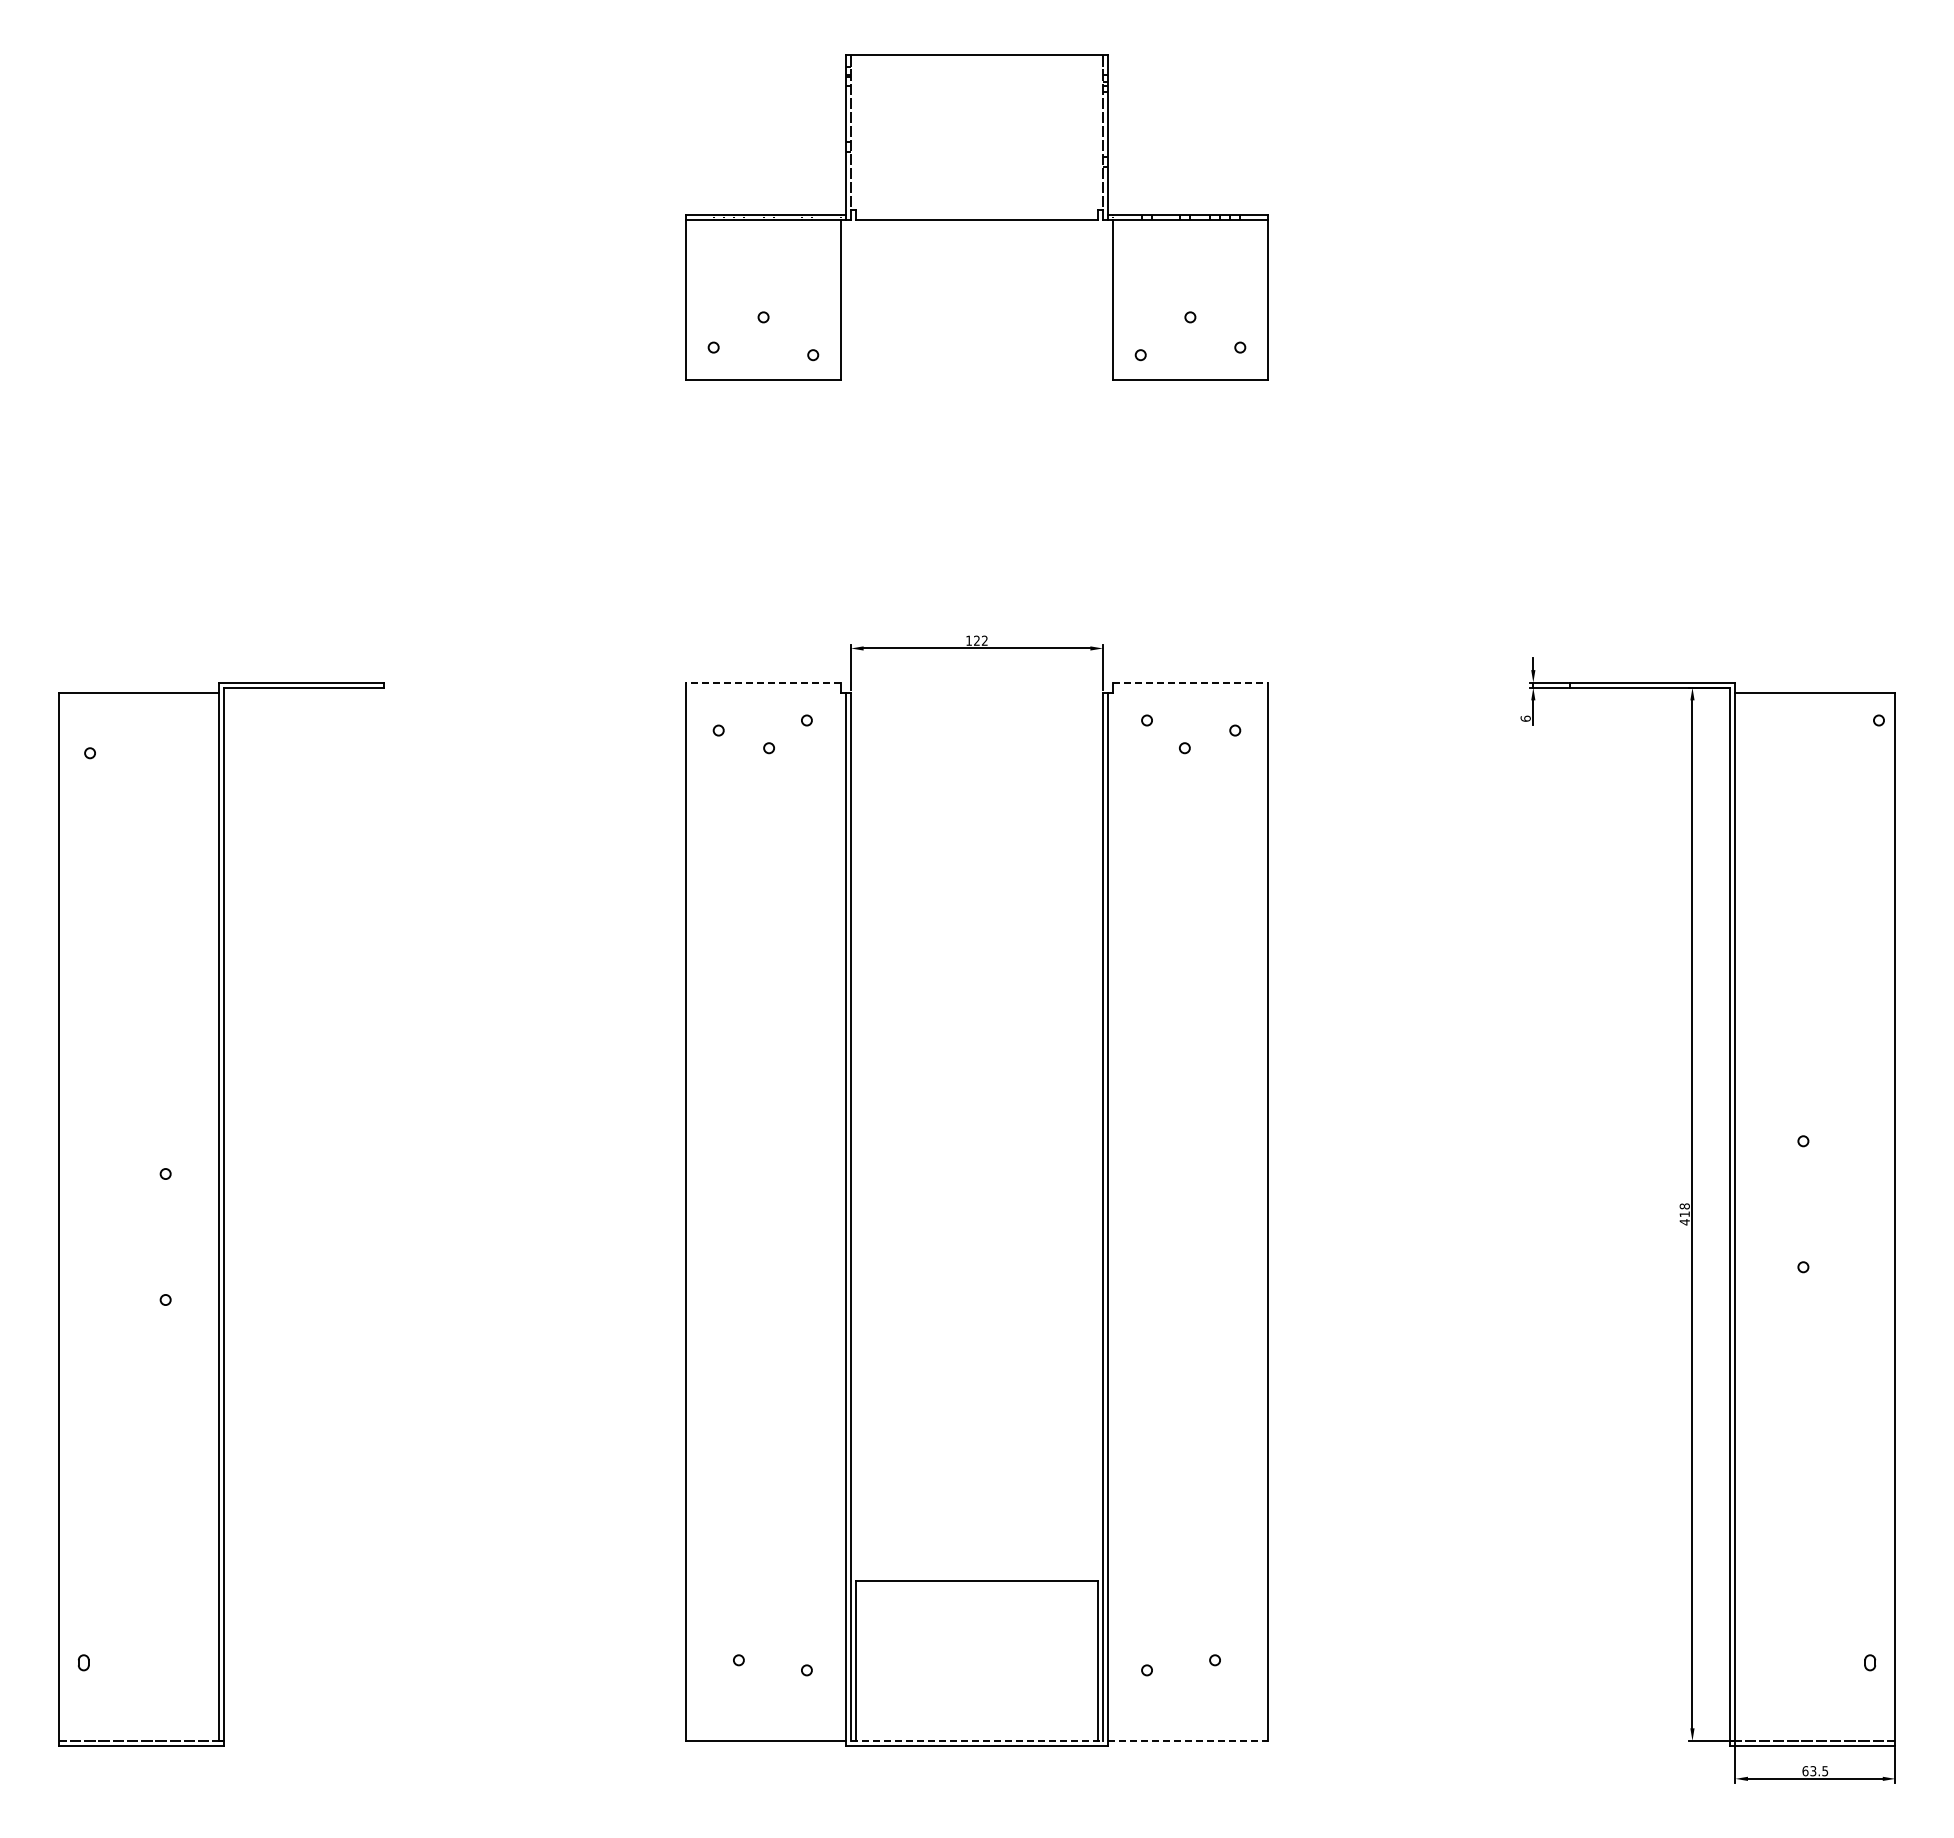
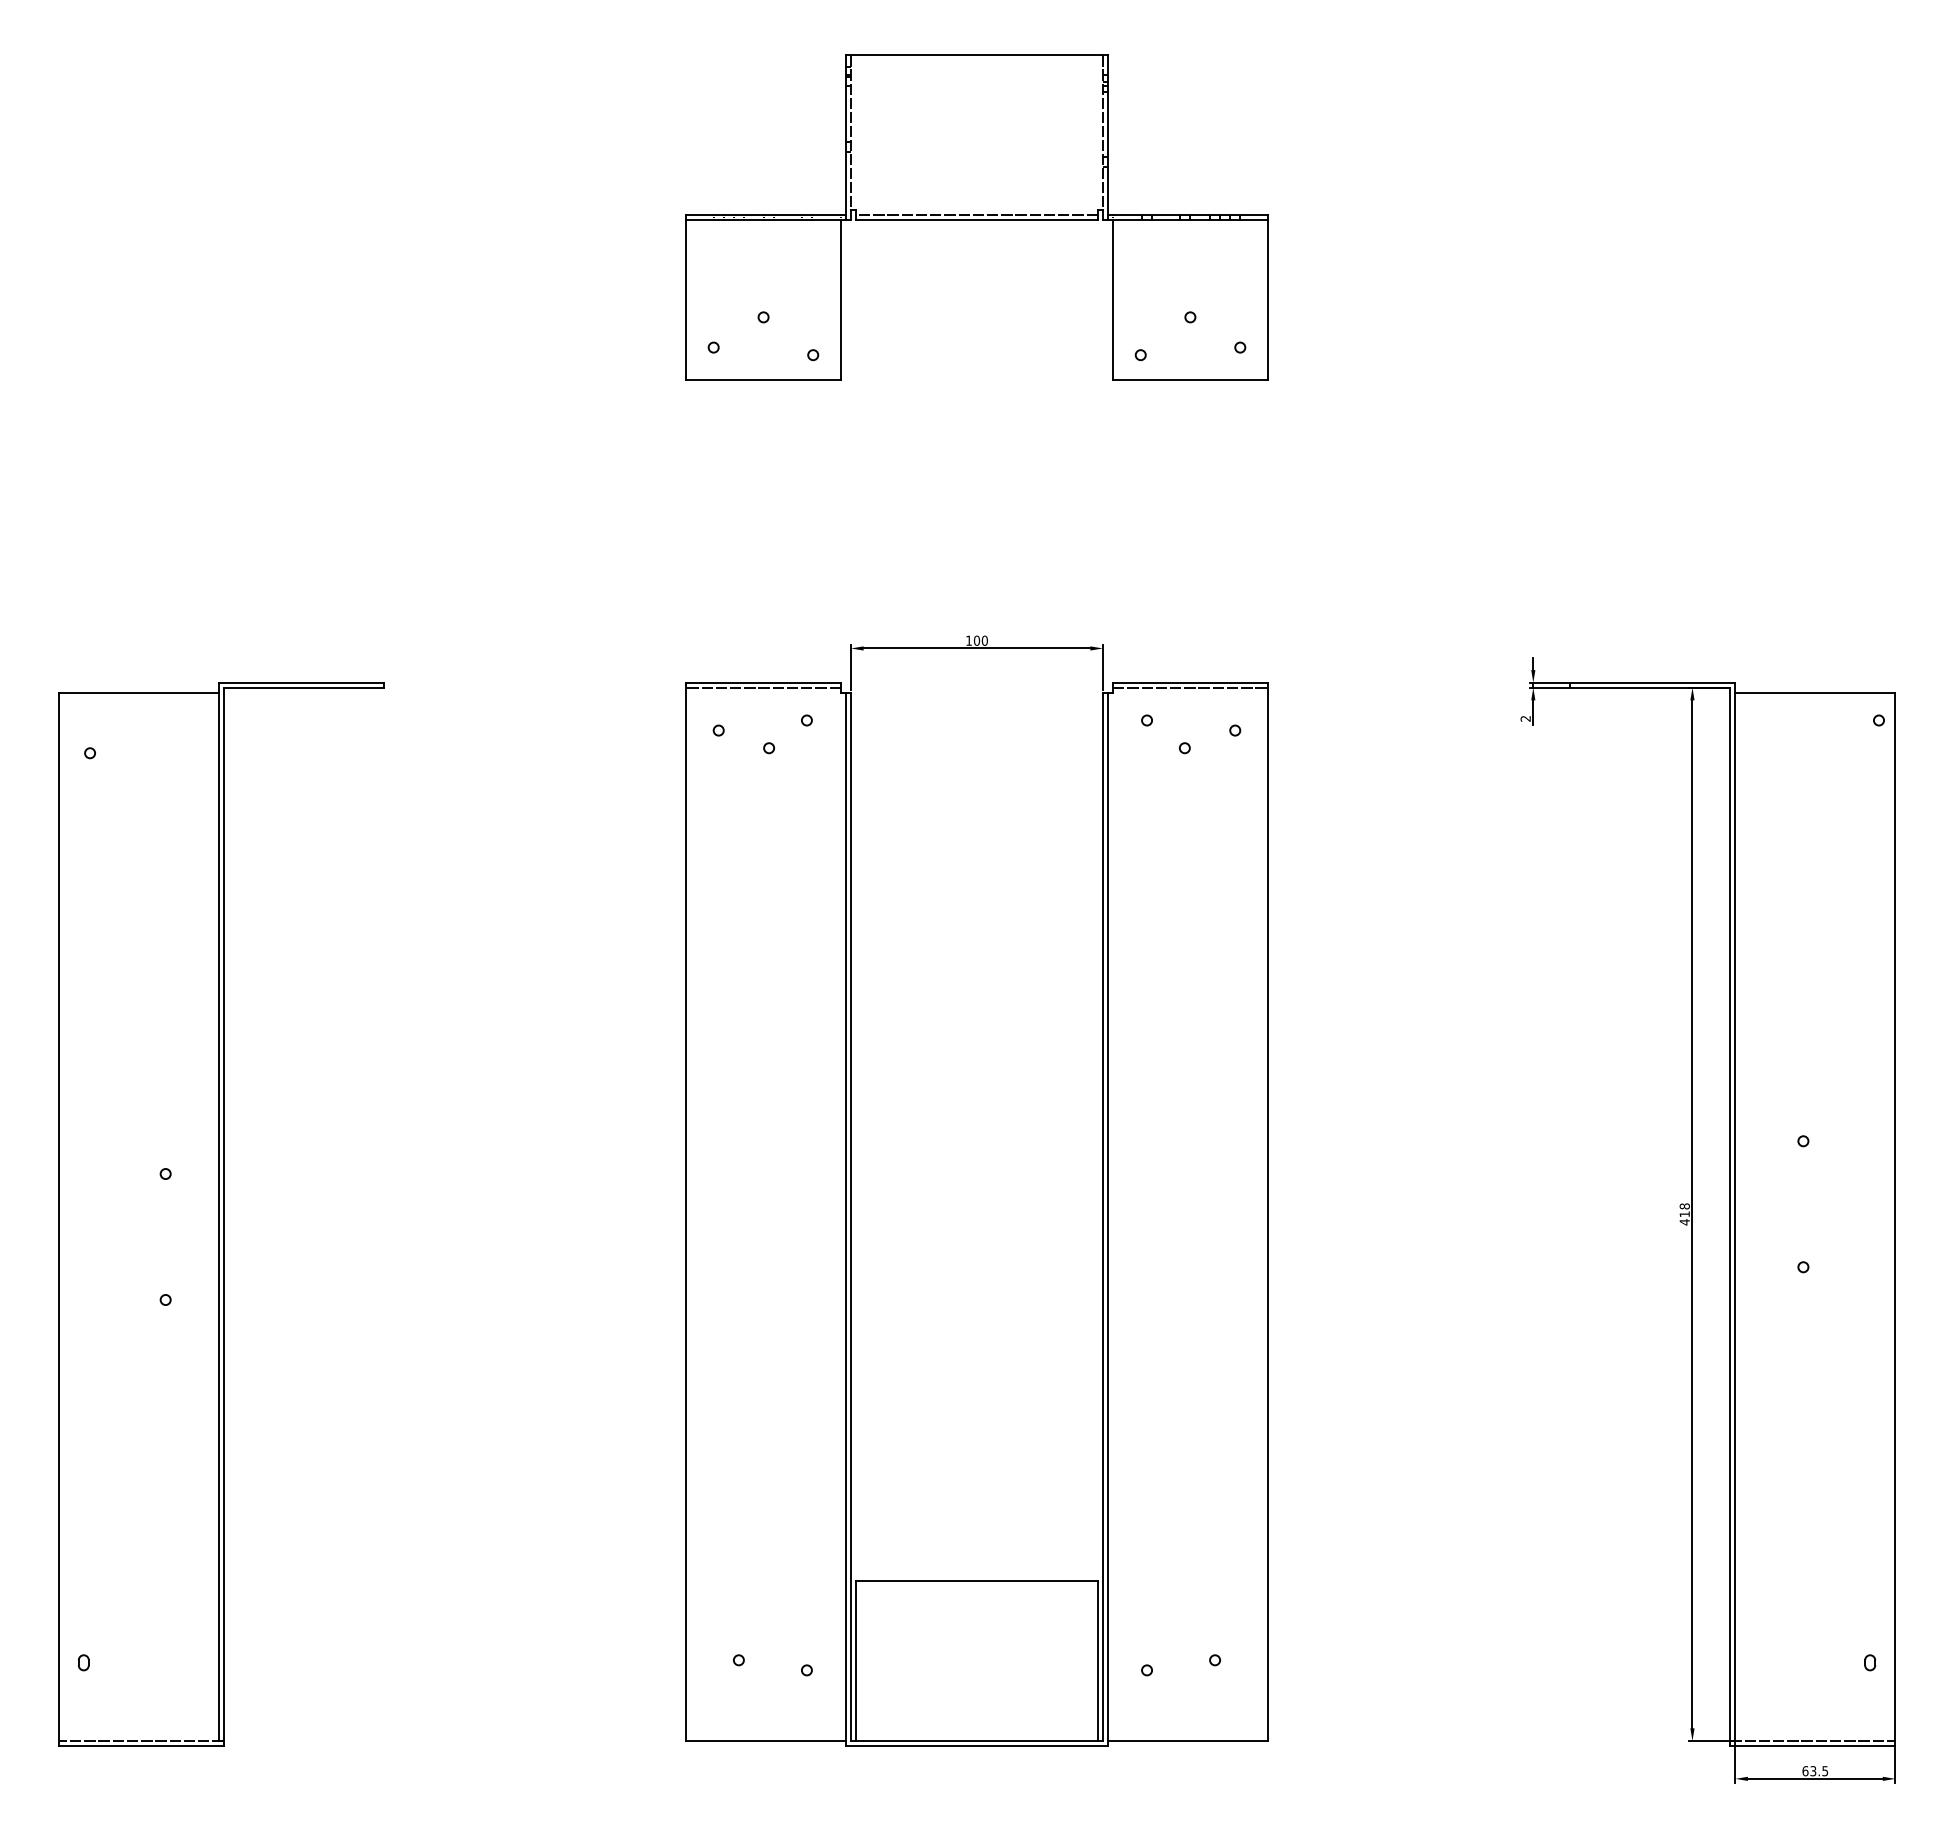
line at (976, 215): none -> present
text at (980, 640): 122 -> 100
line at (762, 682): dashed -> solid
line at (1191, 682): dashed -> solid
line at (762, 687): none -> present
line at (1190, 687): none -> present
text at (1525, 718): 6 -> 2
line at (977, 1740): dashed -> solid
line at (1188, 1740): dashed -> solid
